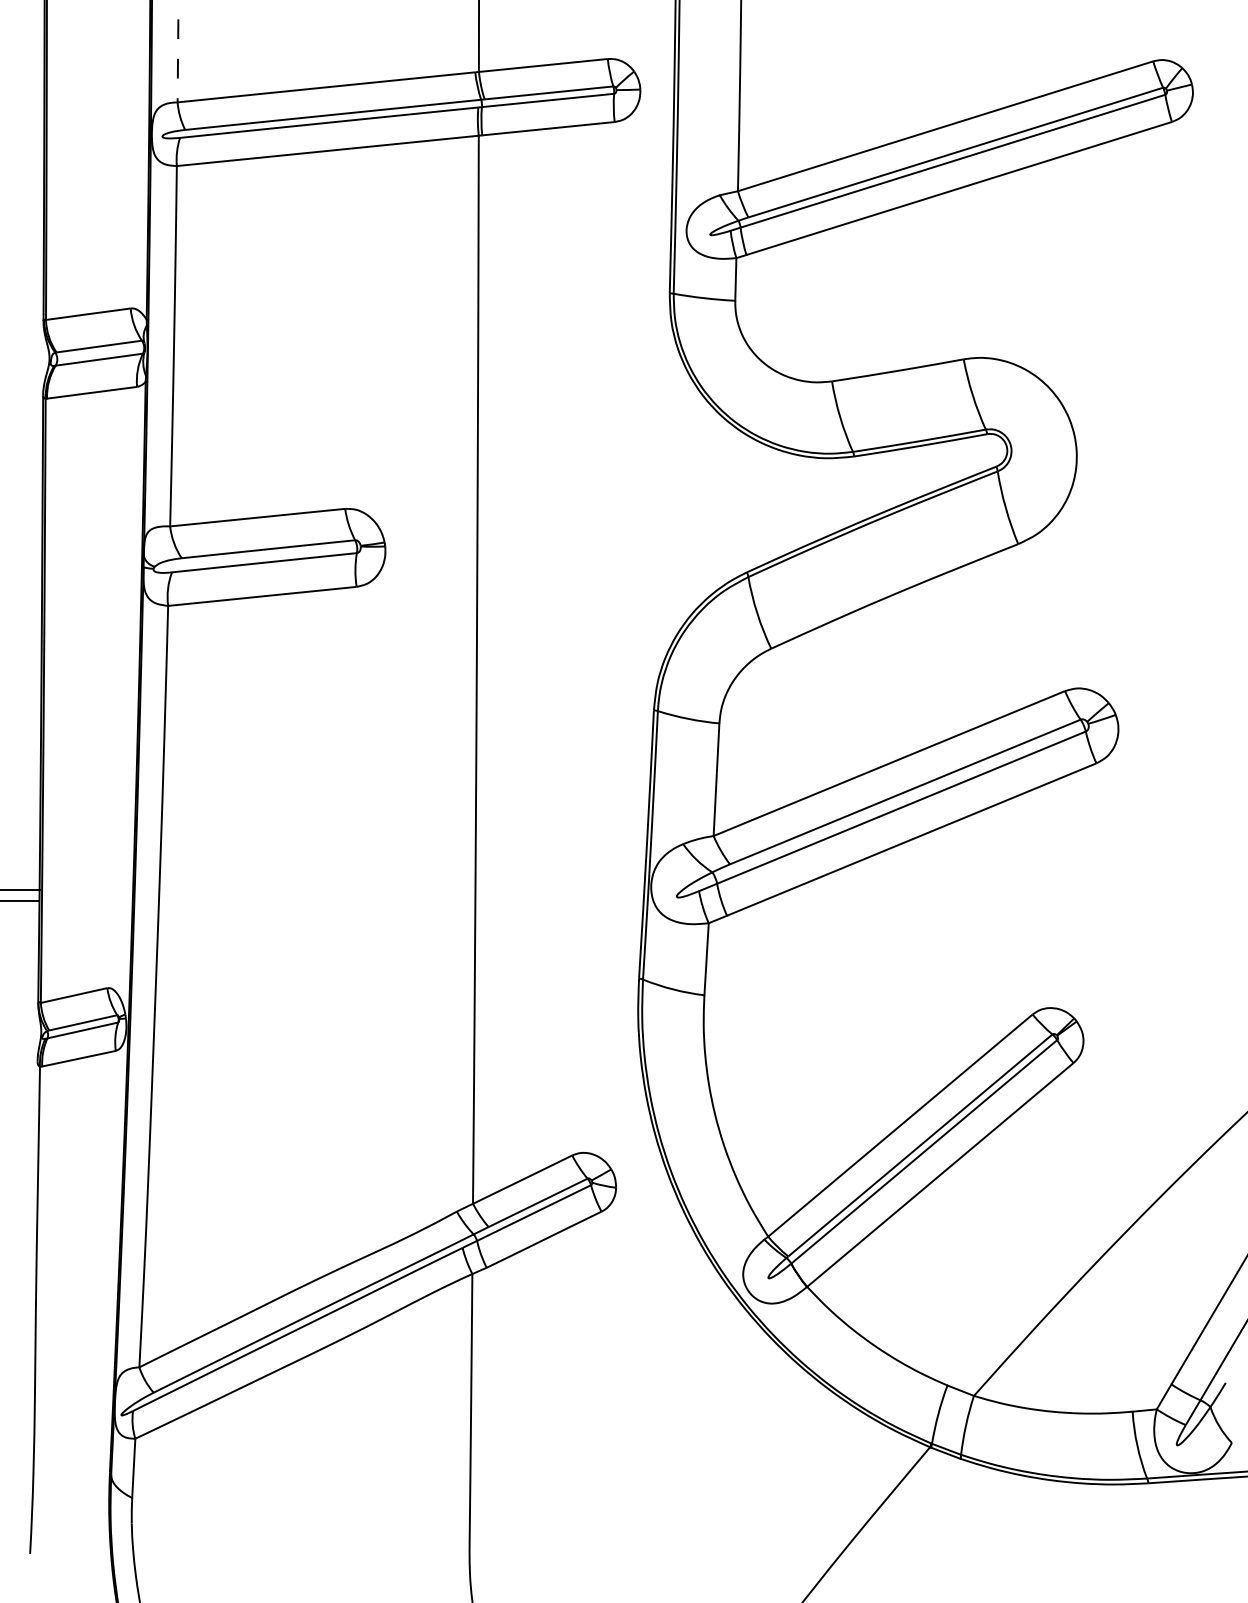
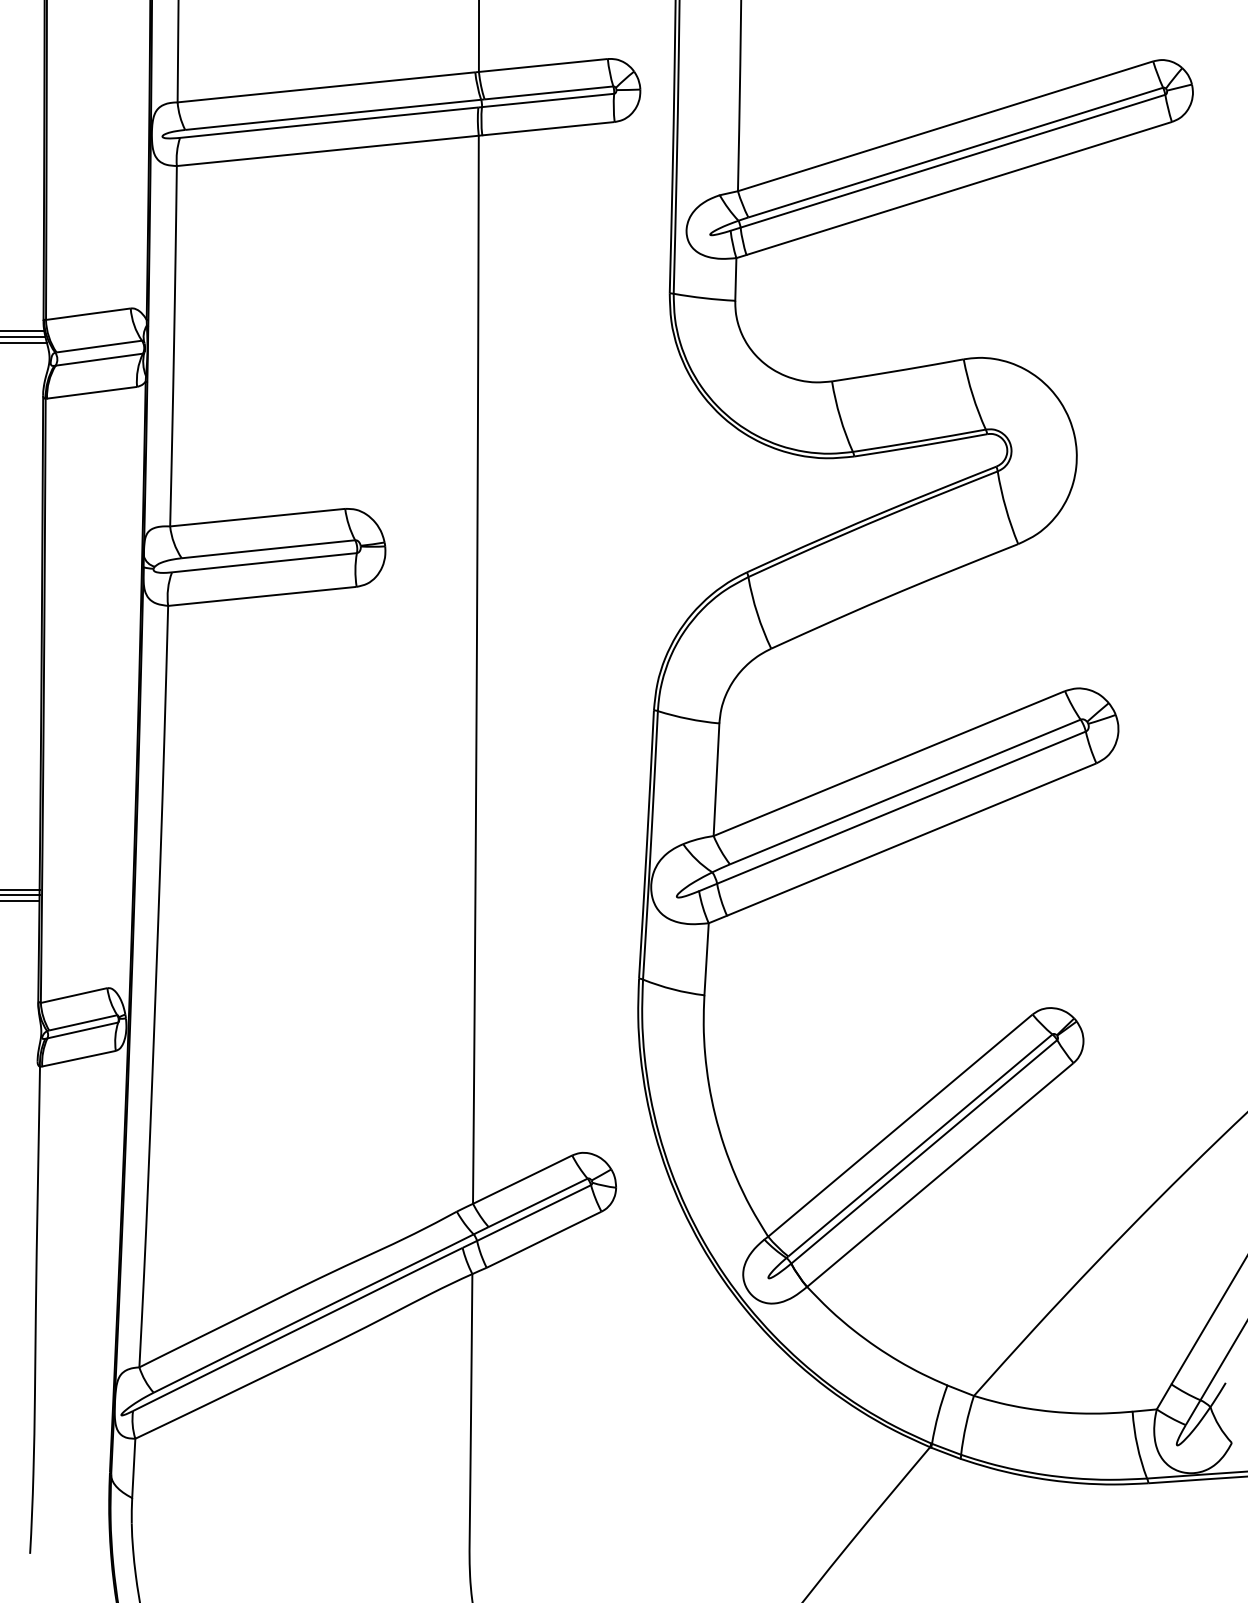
line at (178, 51): dashed -> solid
line at (23, 331): none -> present
line at (23, 336): none -> present
line at (24, 342): none -> present
line at (20, 895): none -> present
